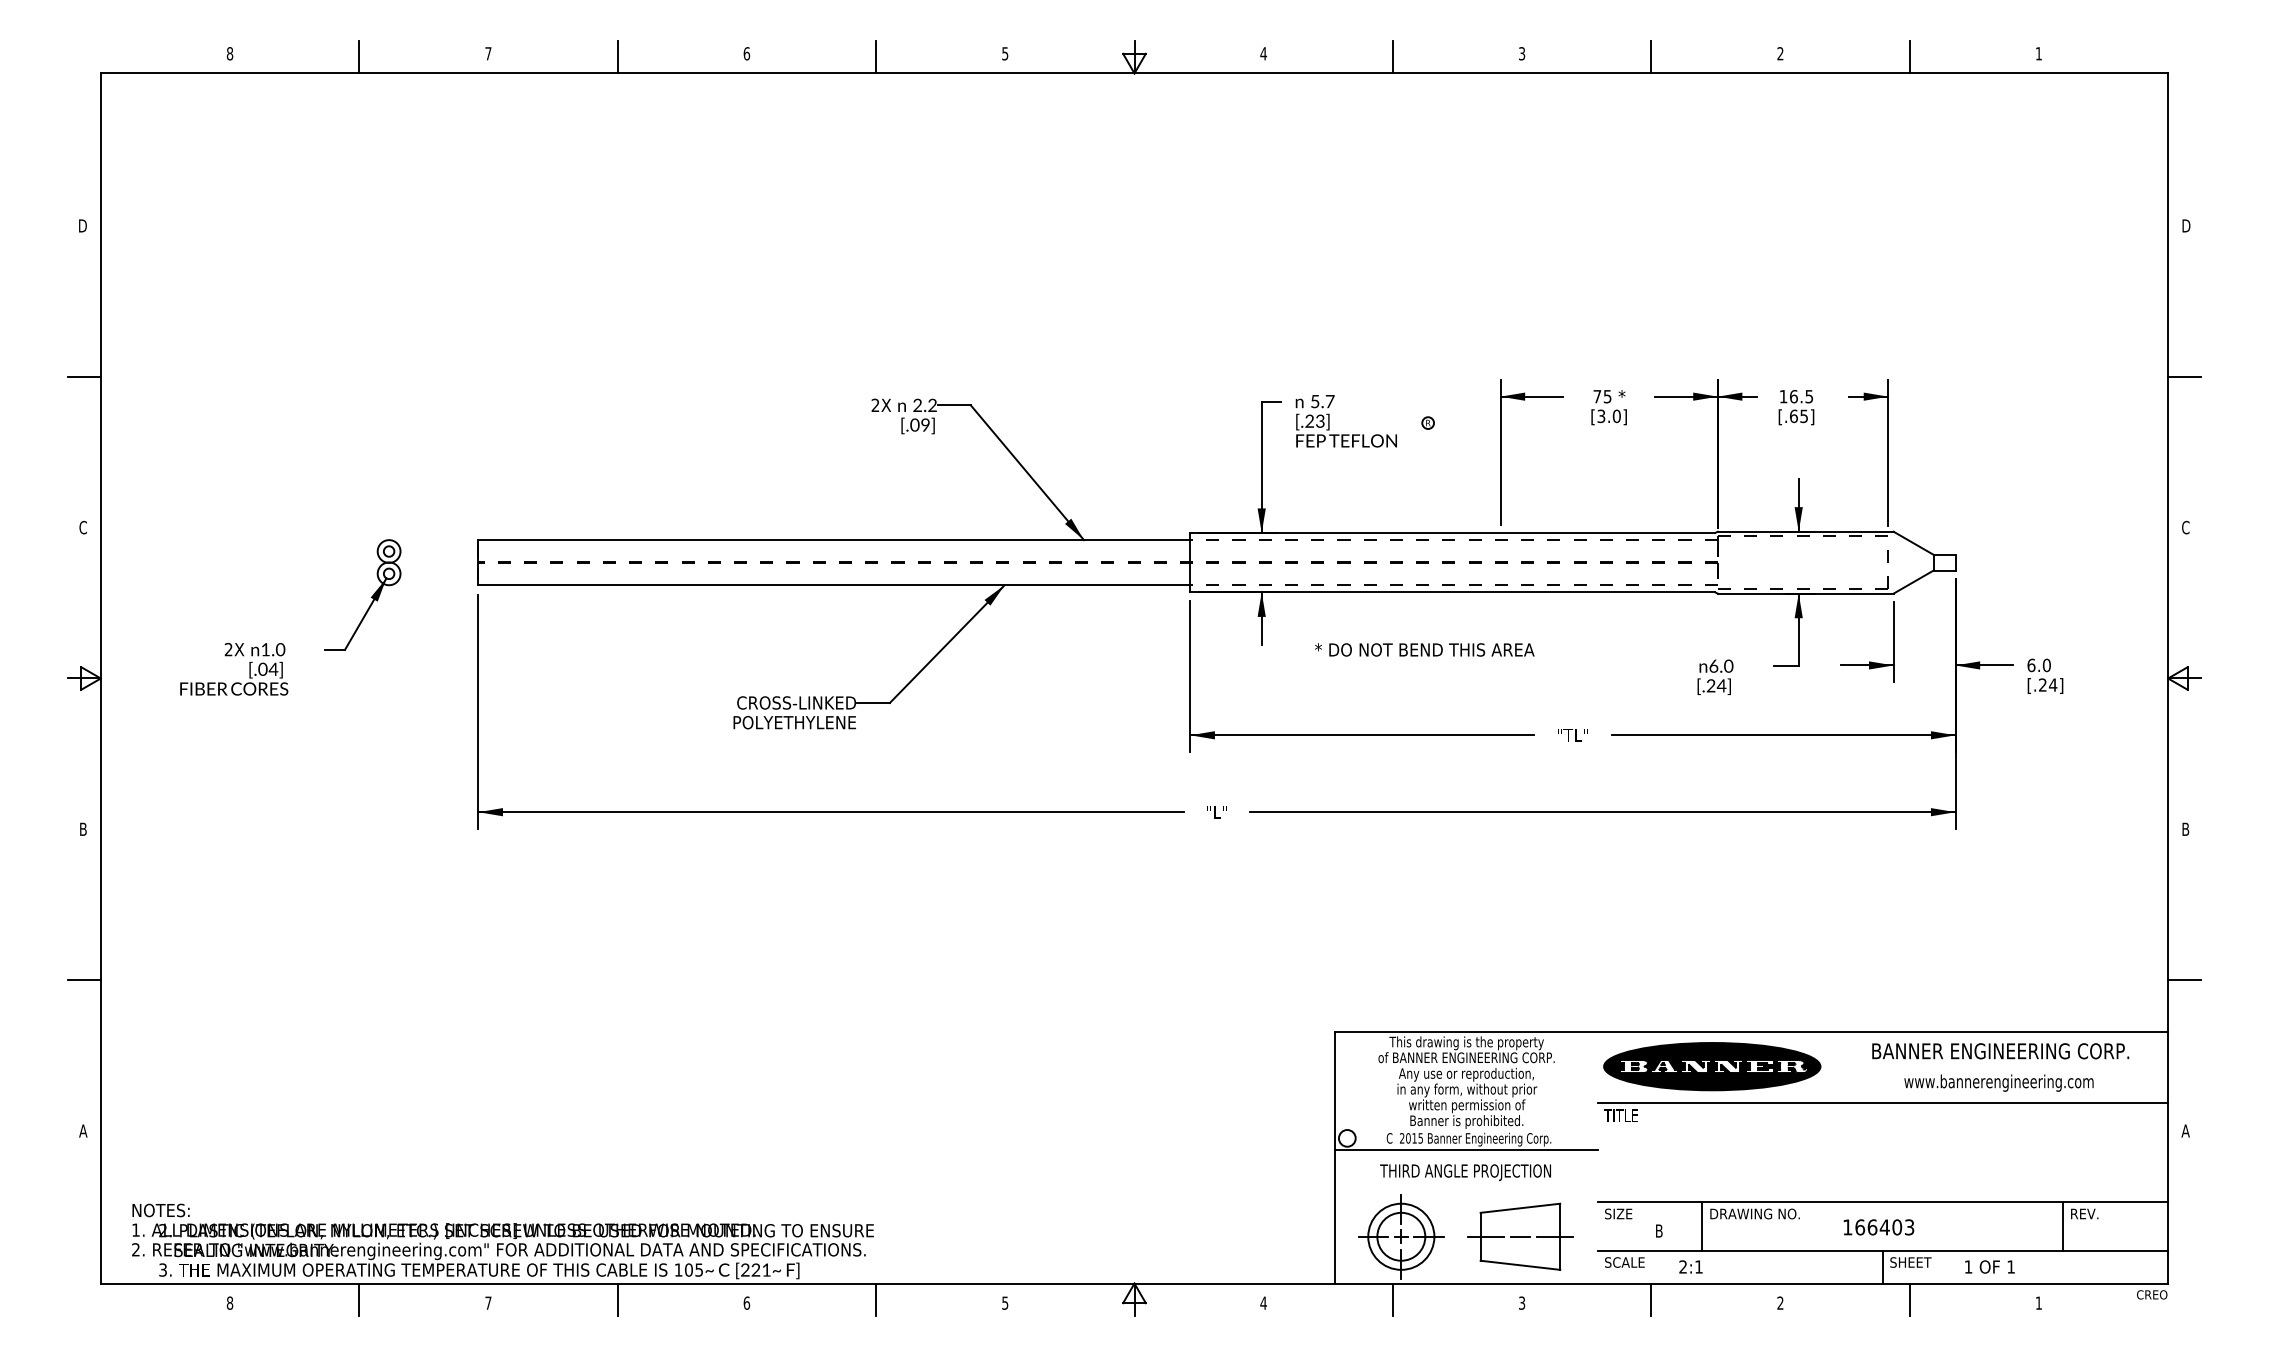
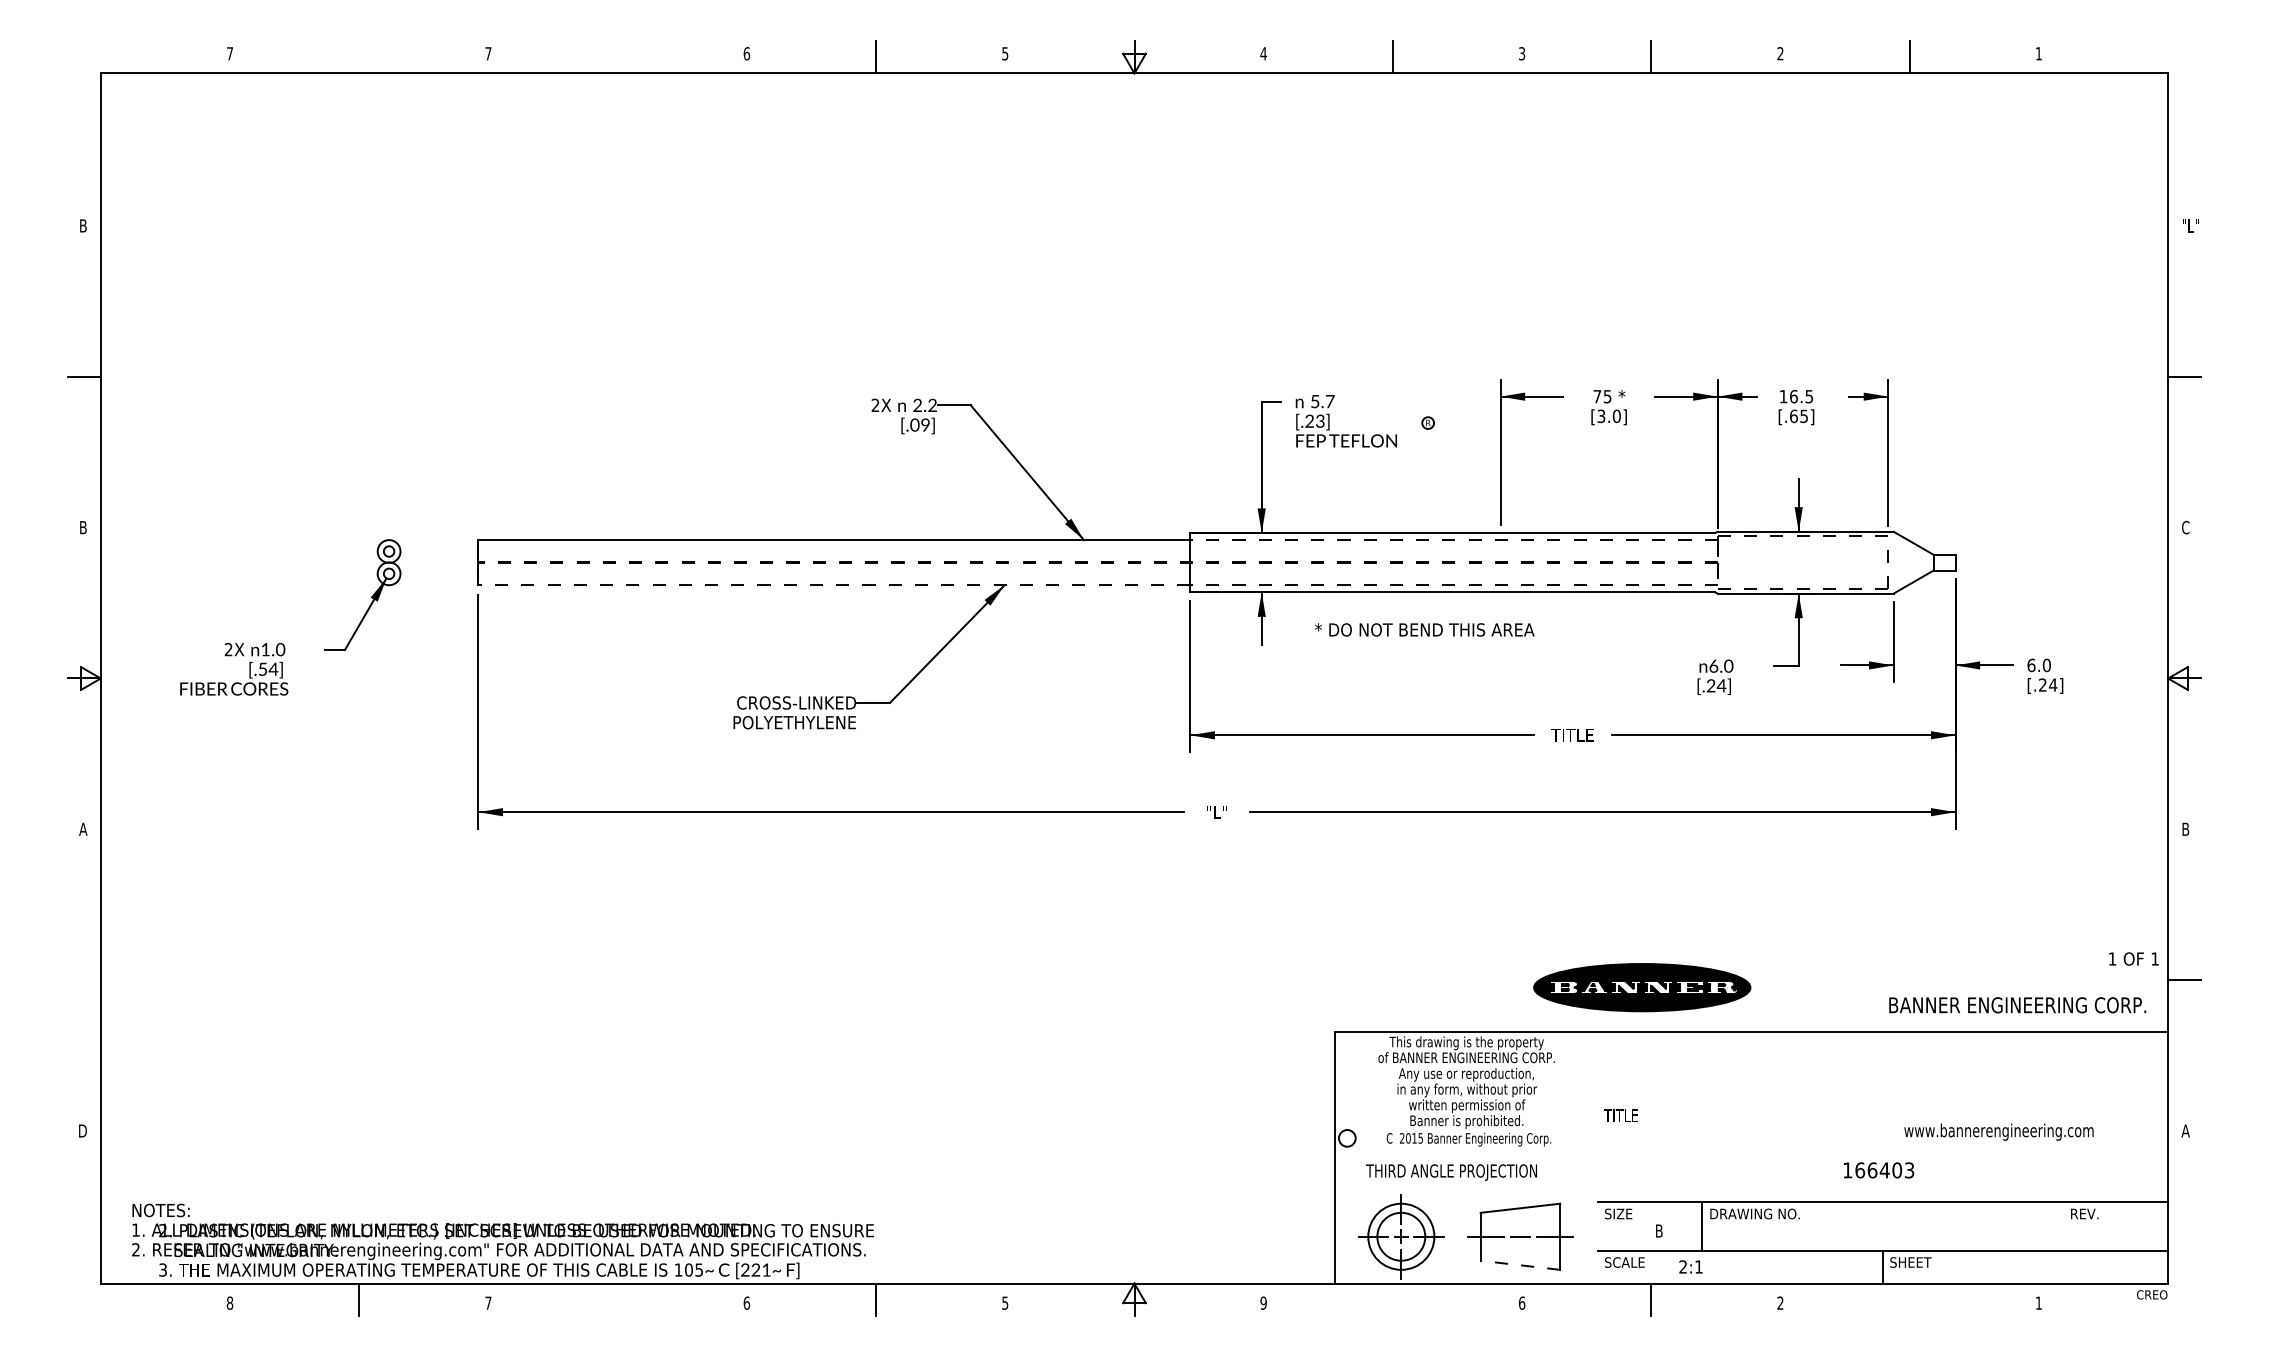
text at (229, 53): 8 -> 7
line at (359, 56): present -> none
line at (617, 56): present -> none
text at (82, 225): D -> B
text at (2190, 225): D -> "L"
text at (82, 527): C -> B
line at (834, 585): solid -> dashed
text at (1424, 649) position: (1424, 649) -> (1424, 629)
text at (262, 668): [.04] -> [.54]
text at (1572, 735): "TL" -> TITLE
text at (83, 828): B -> A
line at (84, 980): present -> none
text at (2000, 1051) position: (2000, 1051) -> (2017, 1005)
part at (1712, 1066) position: (1712, 1066) -> (1642, 987)
text at (1998, 1082) position: (1998, 1082) -> (1998, 1131)
line at (1882, 1102): present -> none
text at (83, 1130): A -> D
line at (1466, 1149): present -> none
text at (1465, 1172) position: (1465, 1172) -> (1451, 1172)
line at (2063, 1226): present -> none
text at (1878, 1227) position: (1878, 1227) -> (1878, 1170)
line at (1519, 1265): solid -> dashed
text at (1989, 1266) position: (1989, 1266) -> (2133, 958)
line at (617, 1299): present -> none
line at (1392, 1299): present -> none
line at (1909, 1299): present -> none
text at (1263, 1302): 4 -> 9
text at (1522, 1302): 3 -> 6
